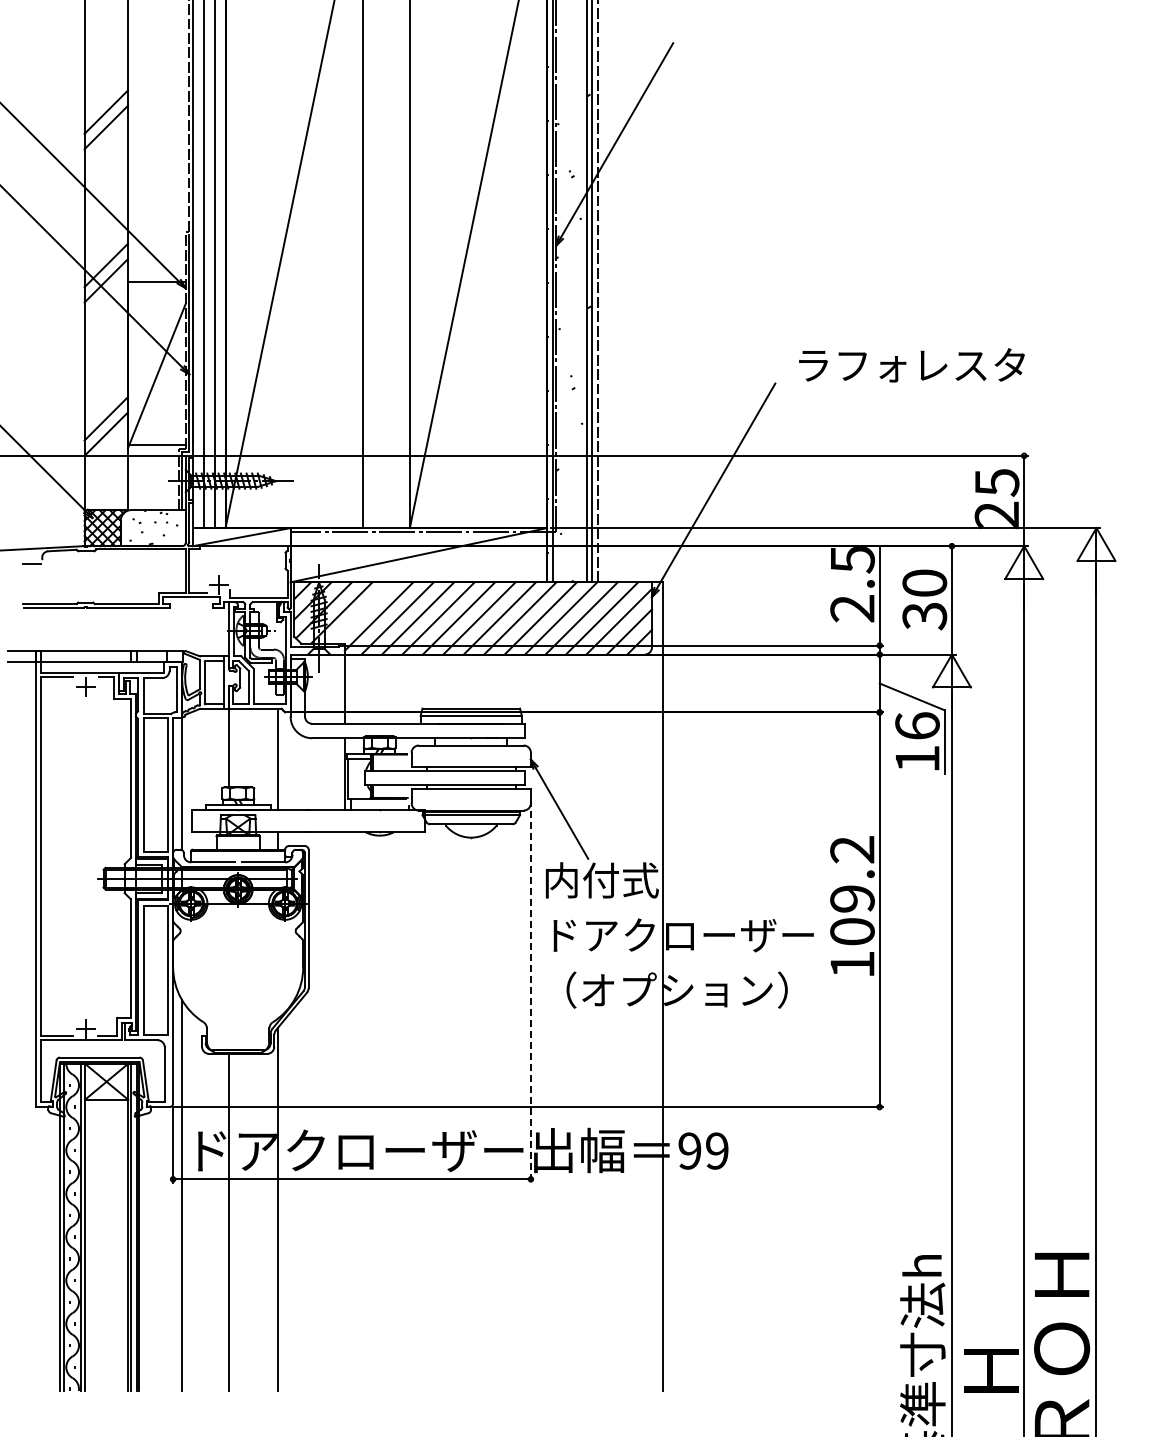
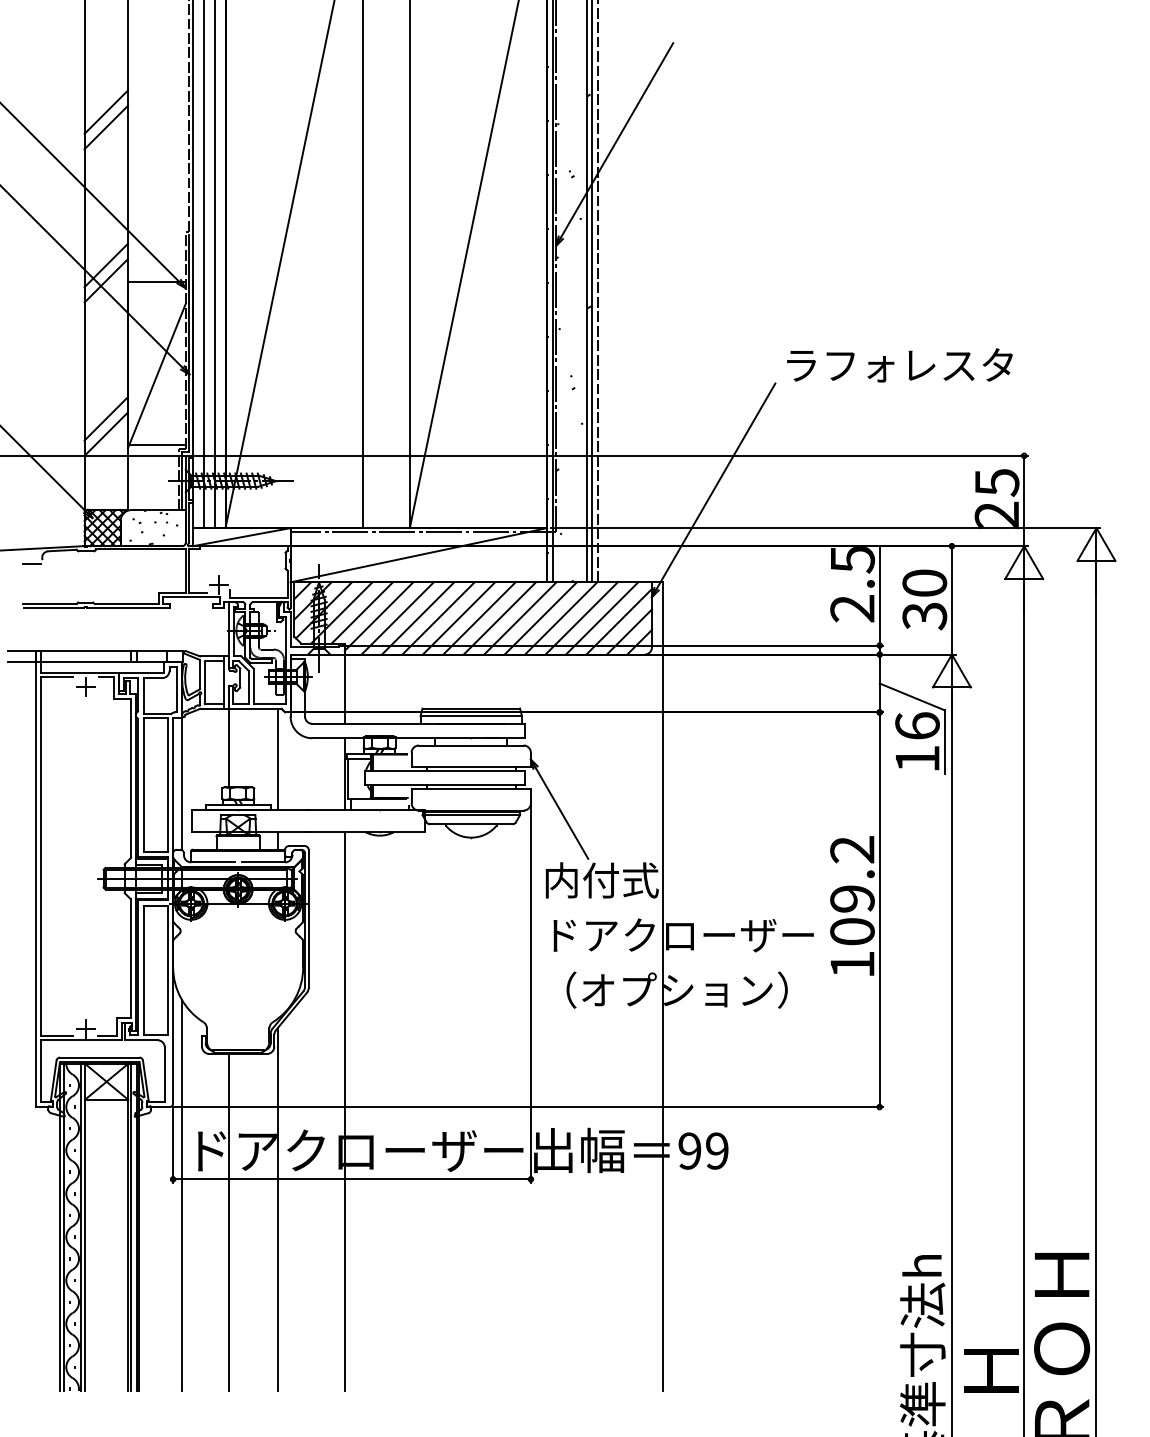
text at (911, 365) position: (911, 365) -> (899, 365)
line at (361, 612): none -> present
line at (530, 991): dashed -> solid
line at (344, 1111): none -> present
